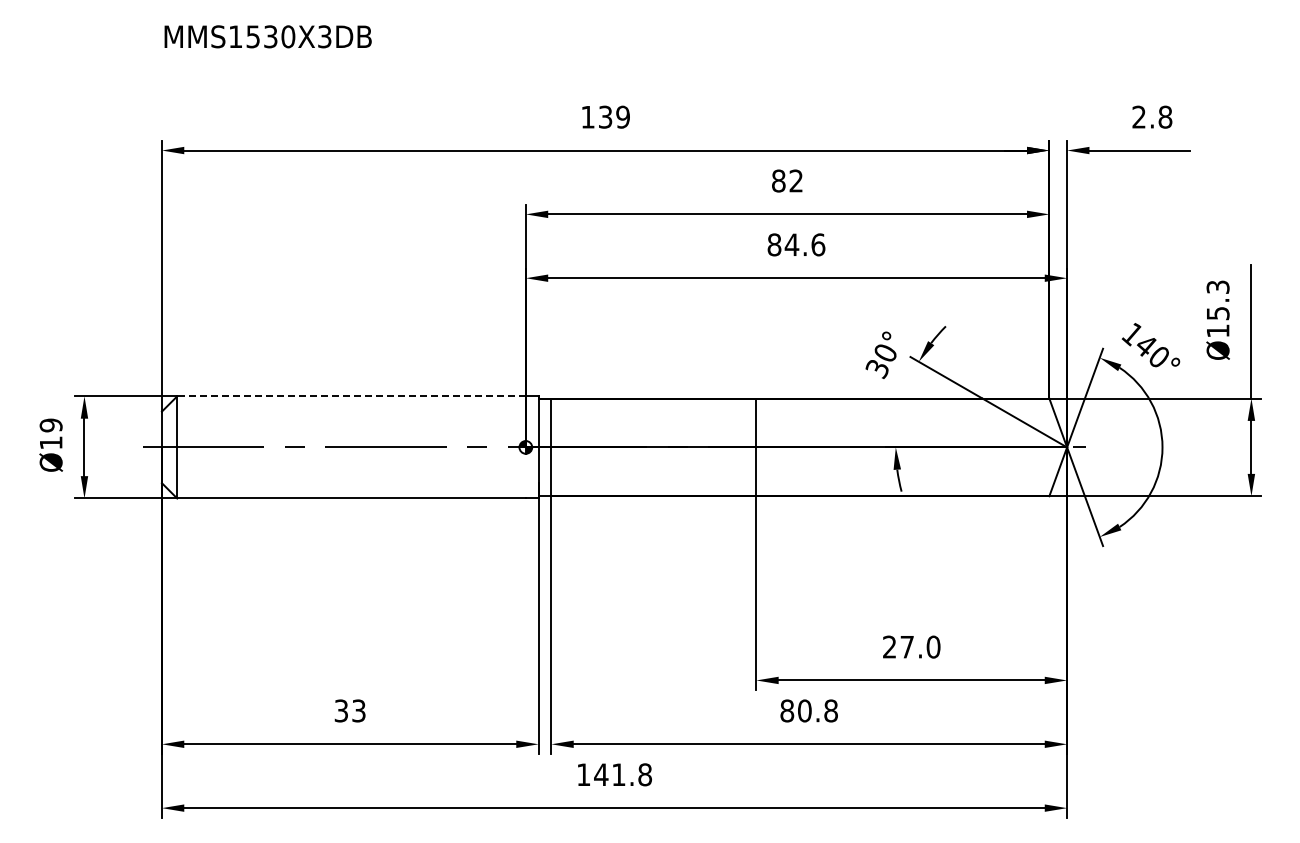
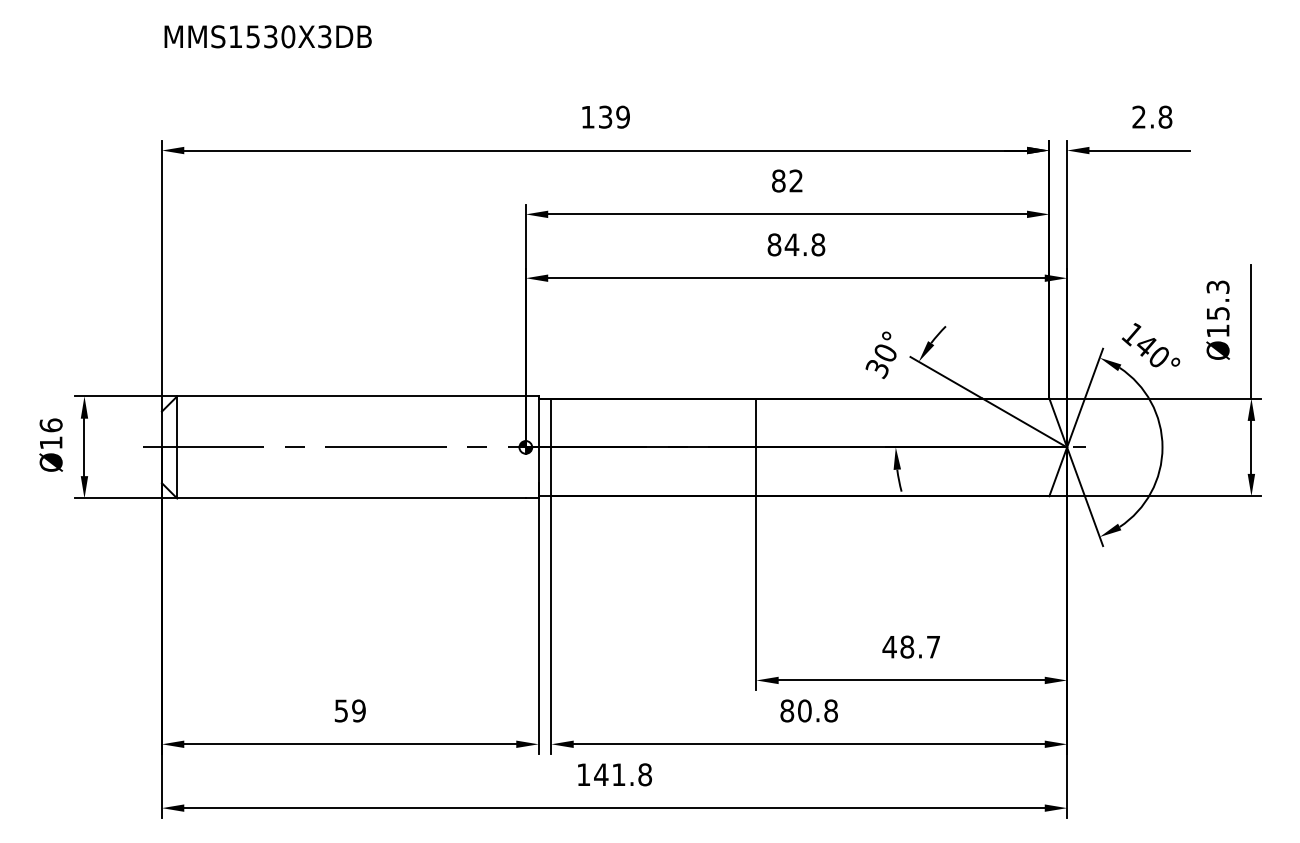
text at (818, 244): 84.6 -> 84.8
line at (351, 396): dashed -> solid
text at (50, 425): Ø19 -> Ø16
text at (911, 646): 27.0 -> 48.7
text at (350, 710): 33 -> 59
